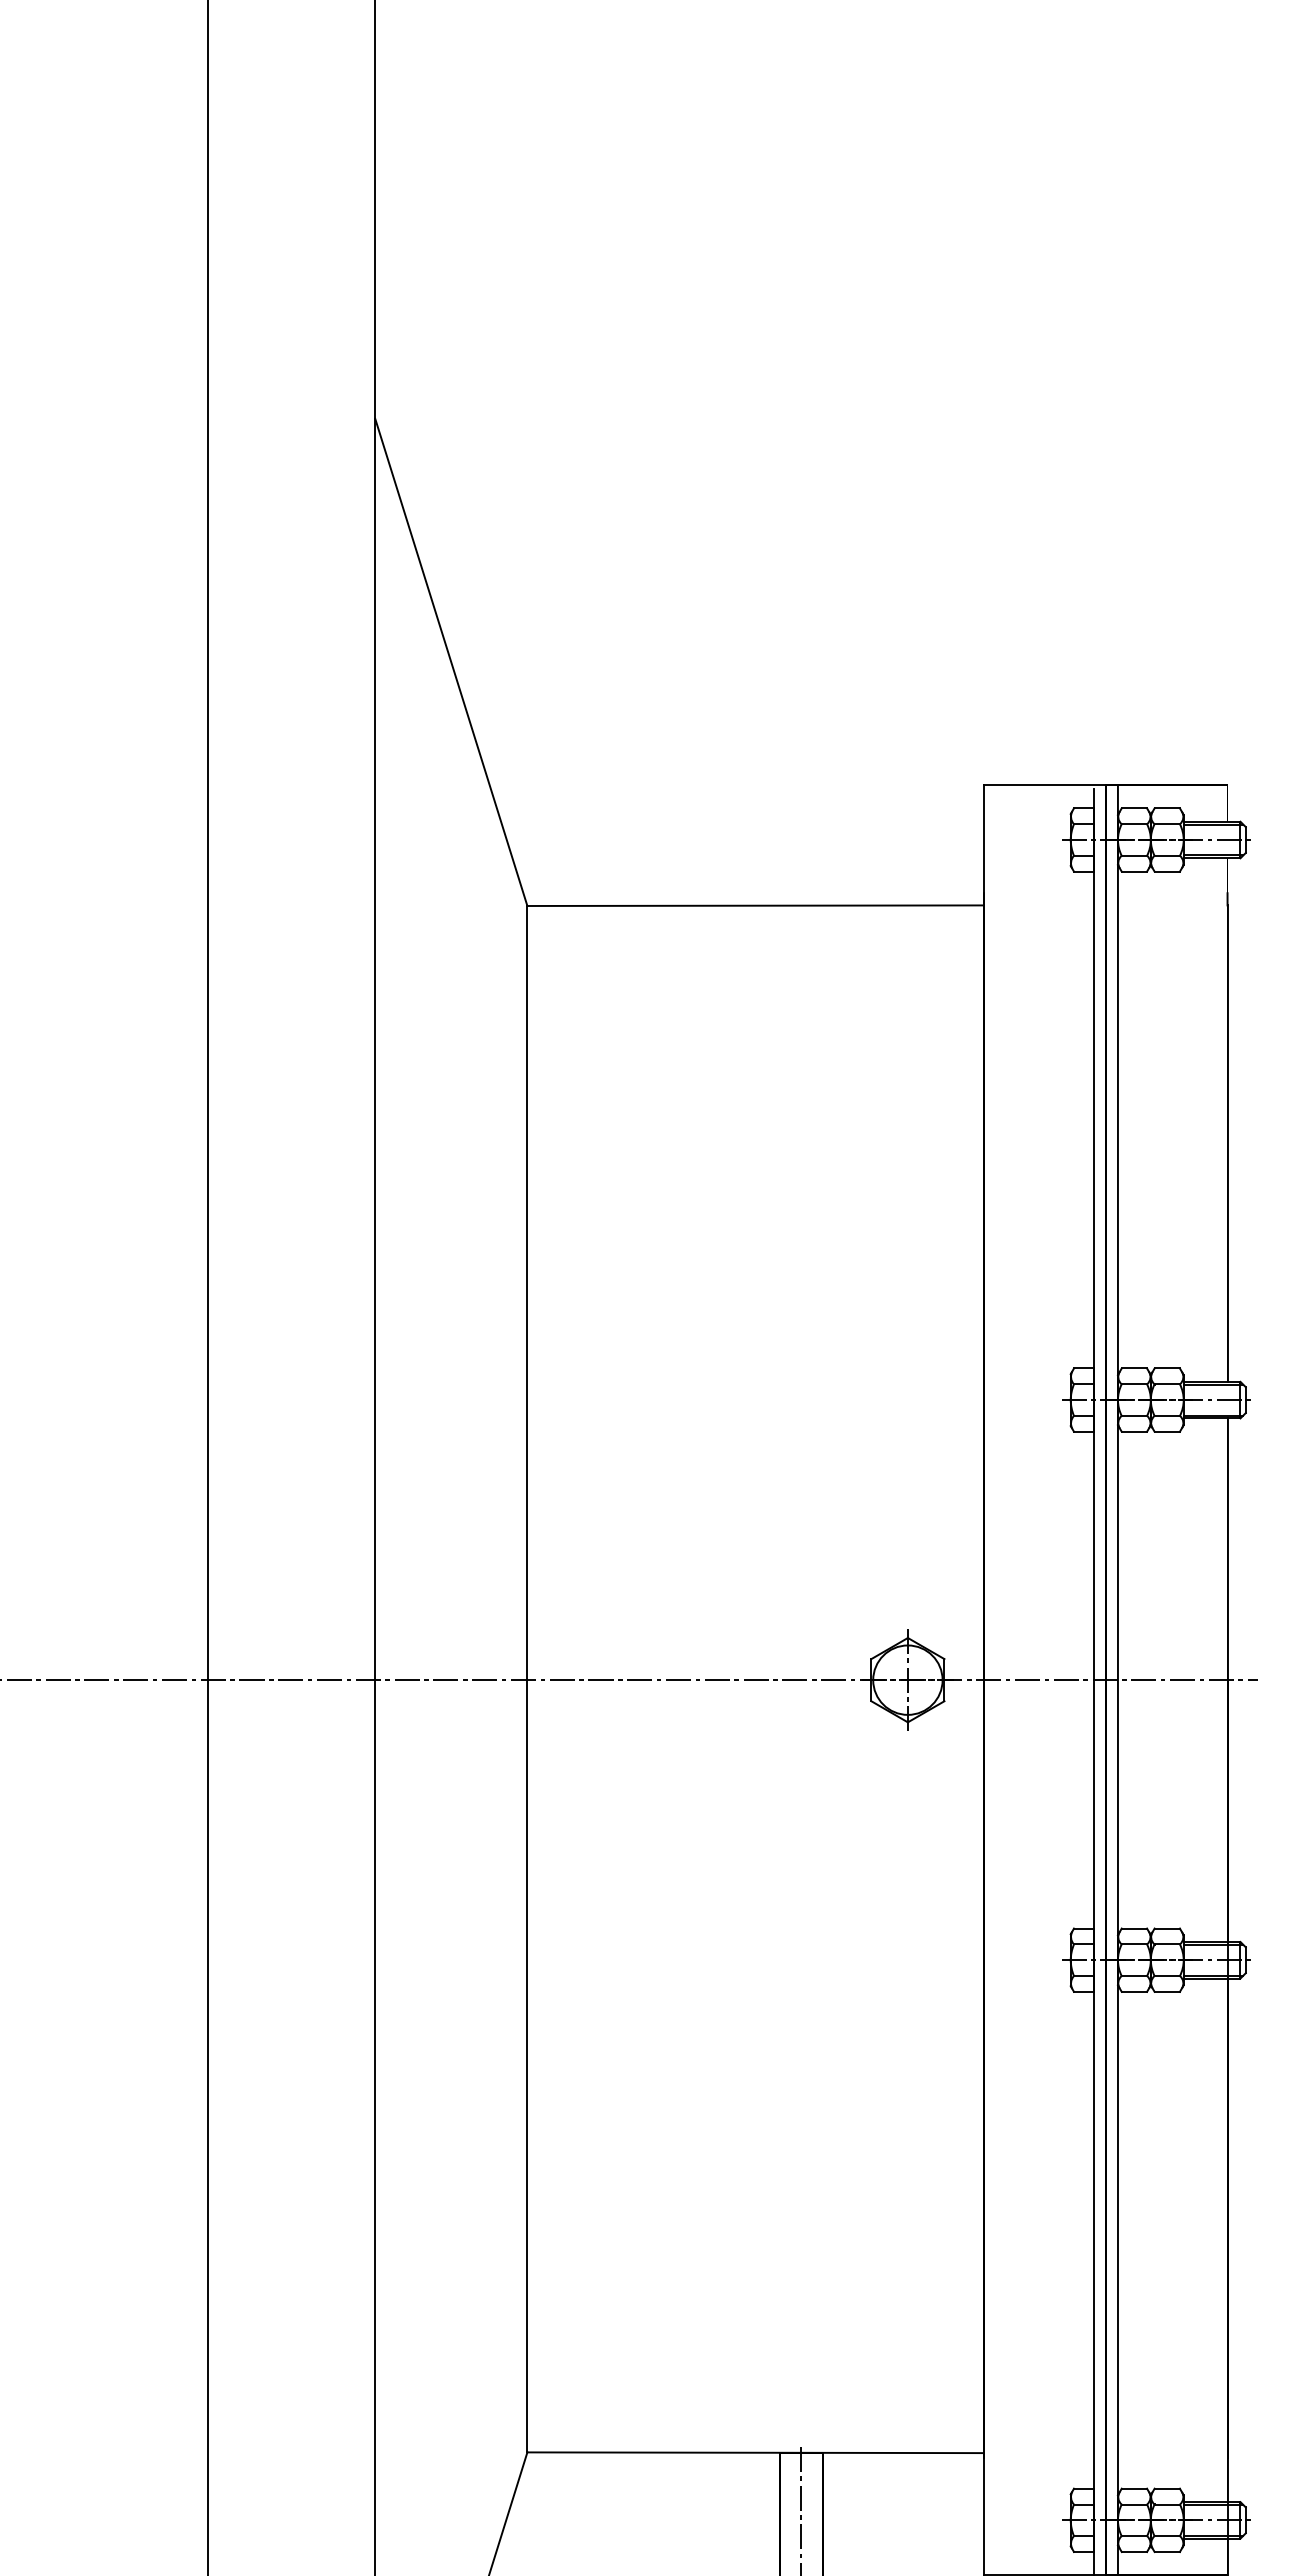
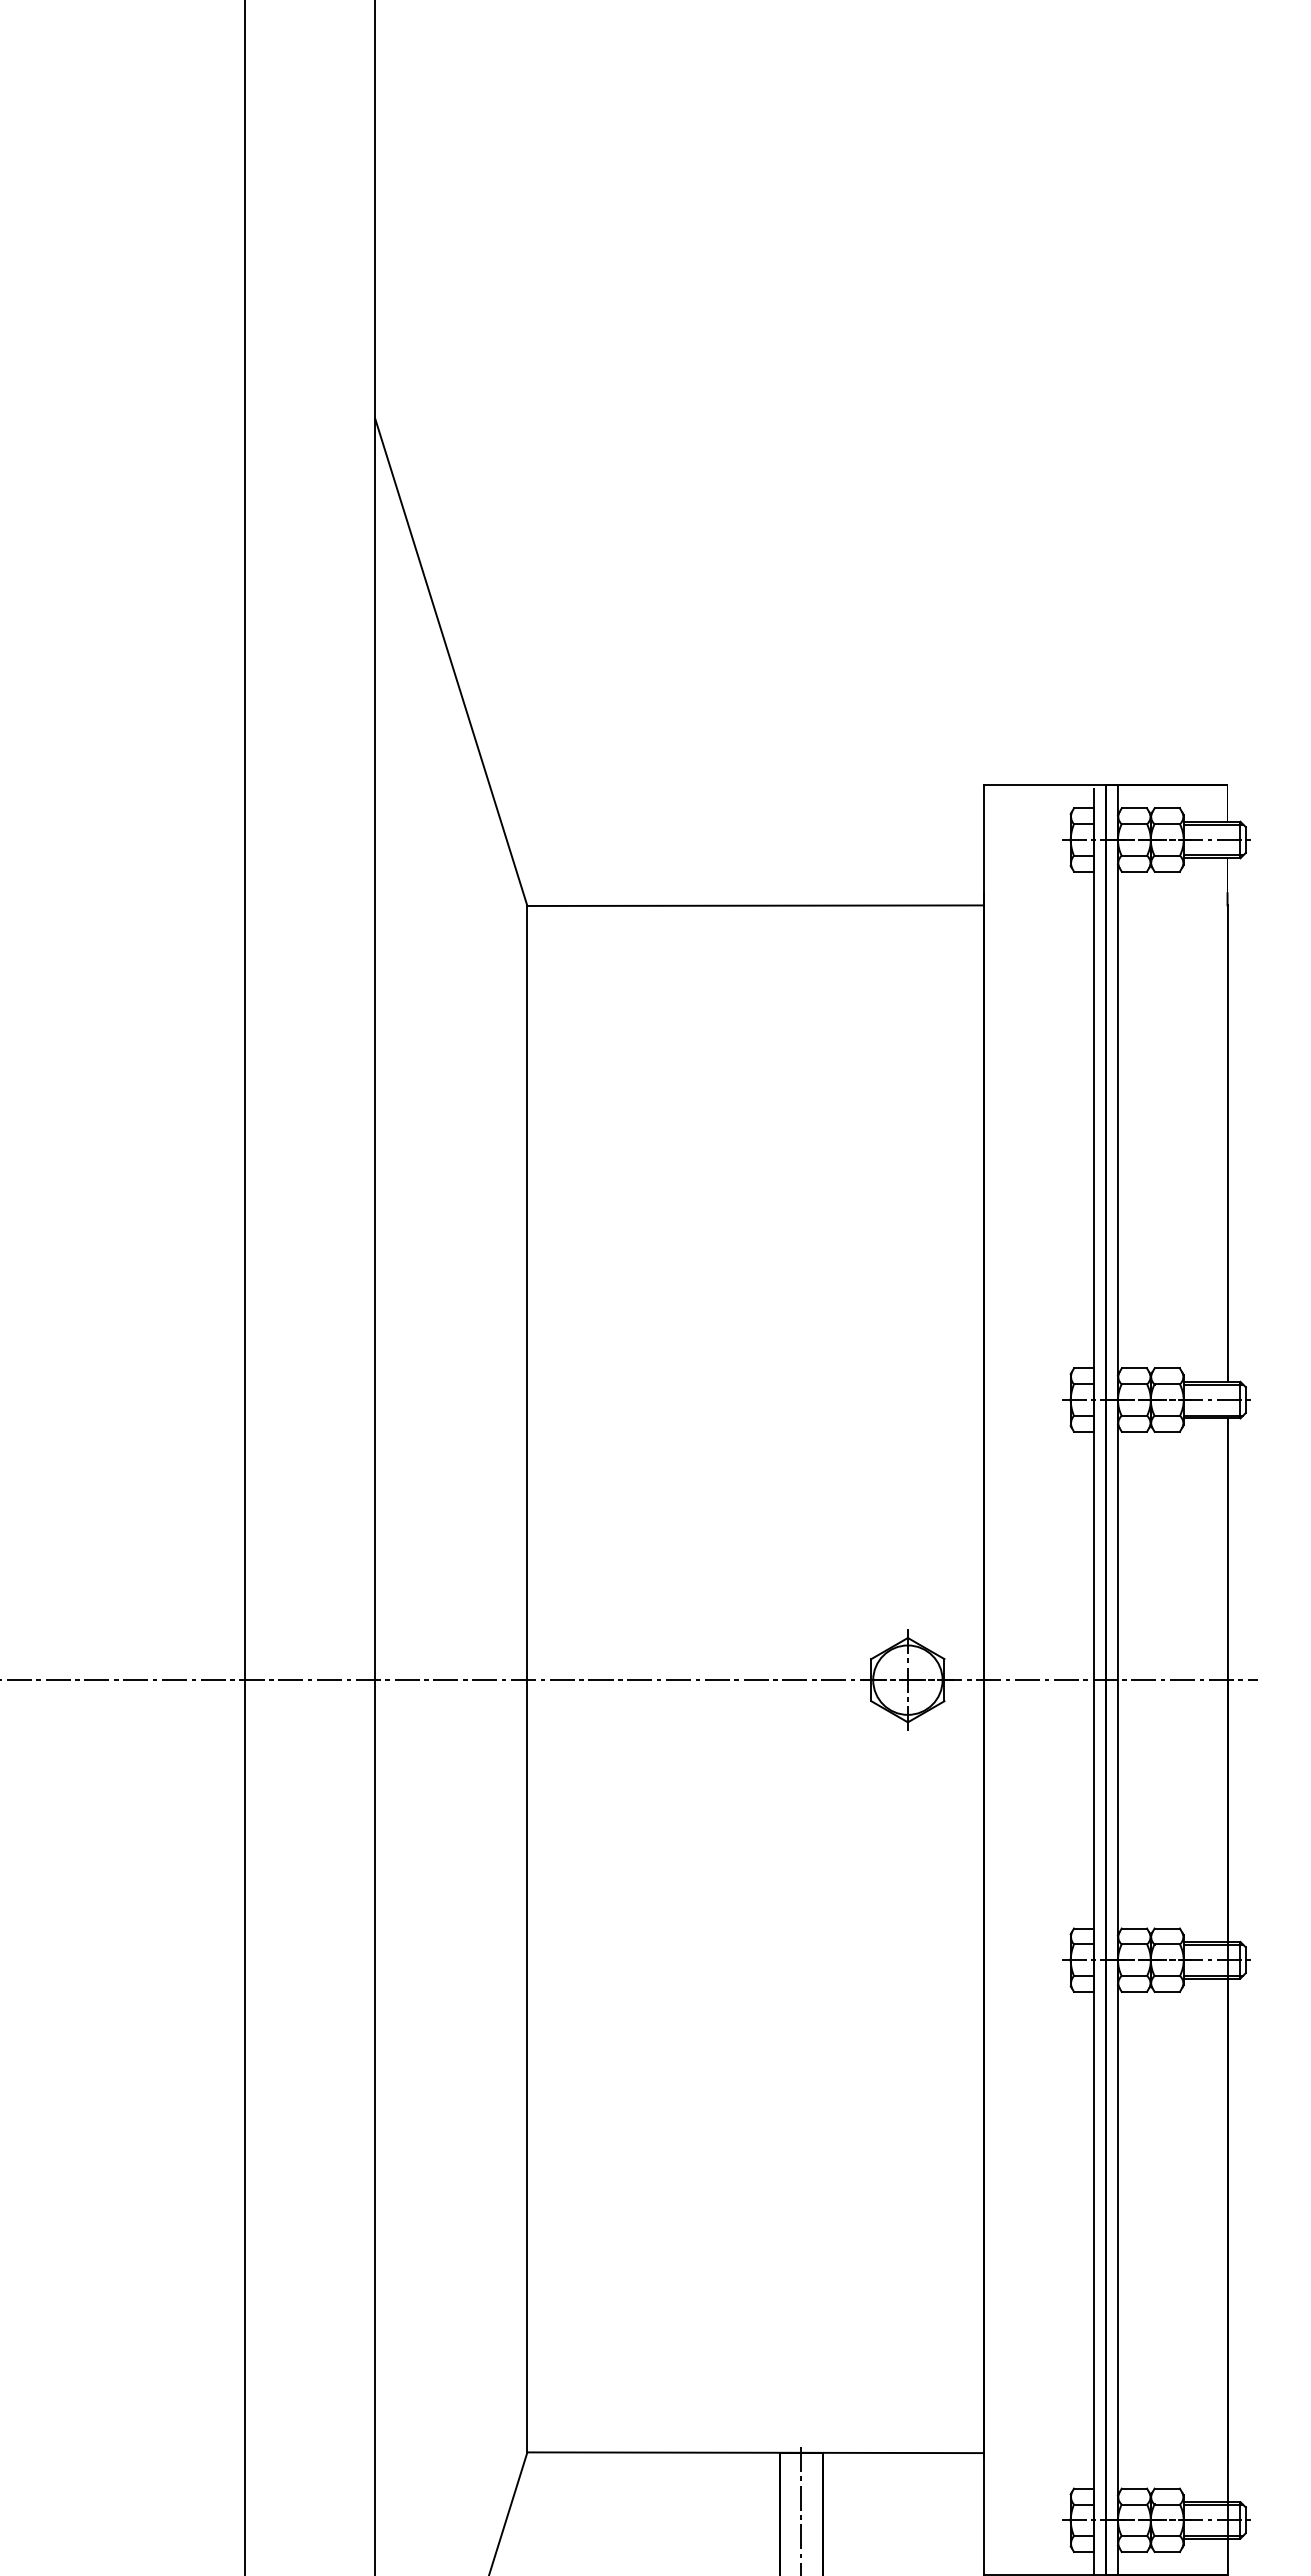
line at (207, 1287) position: (207, 1287) -> (244, 1287)
